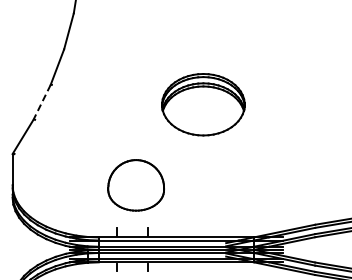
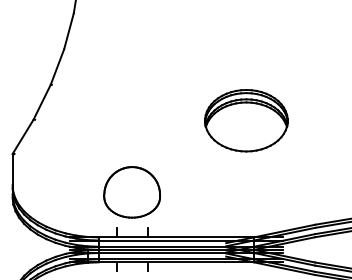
line at (41, 102): dashed -> solid
part at (203, 104) position: (203, 104) -> (246, 120)
part at (135, 185) position: (135, 185) -> (131, 192)
